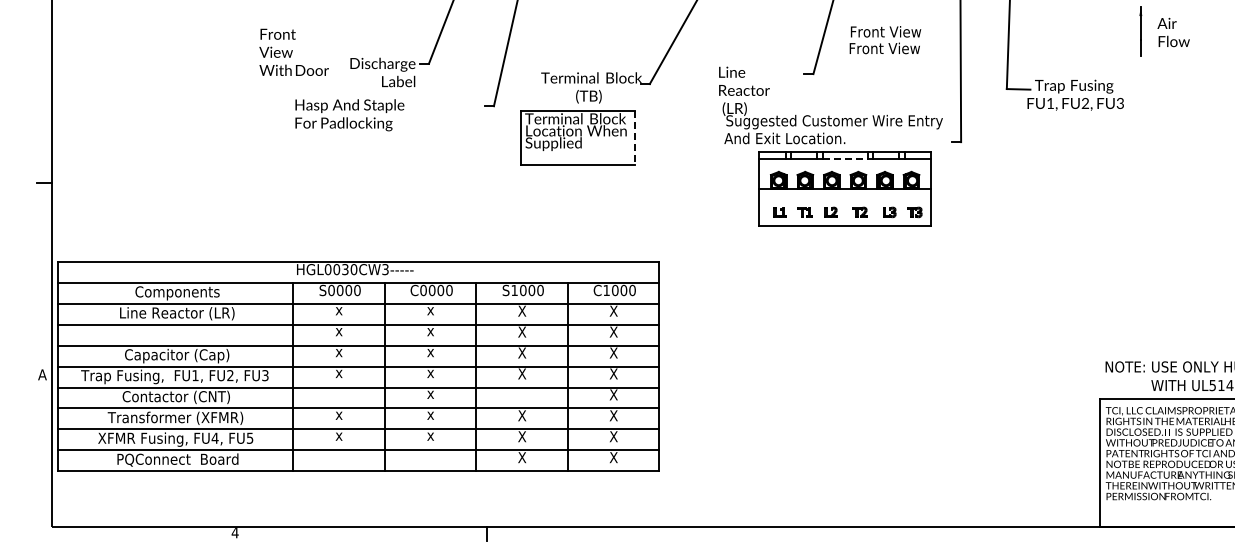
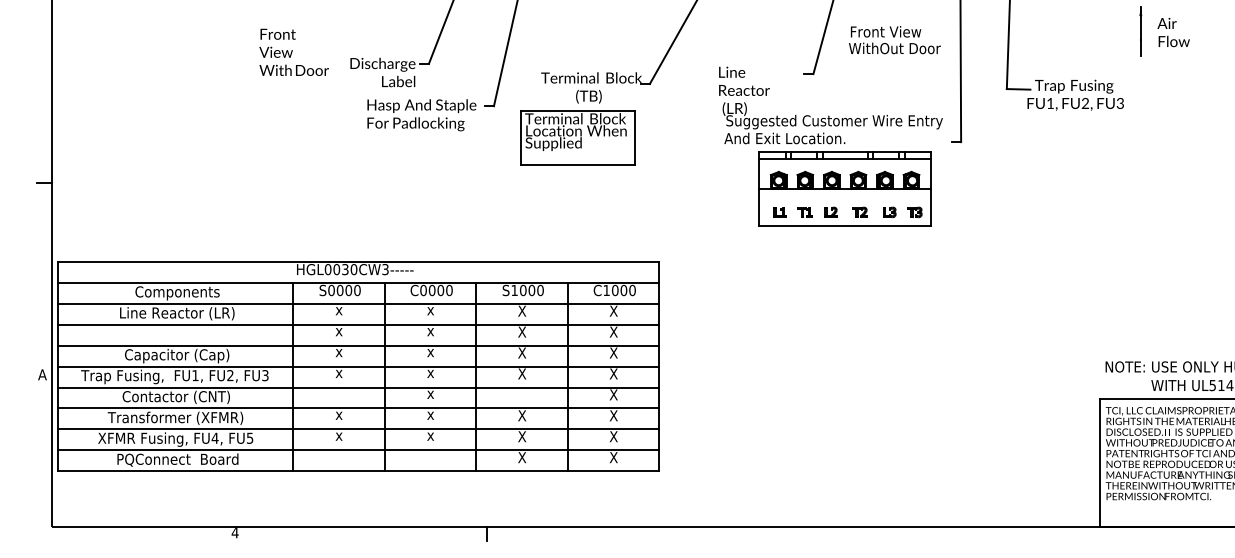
text at (894, 48): Front View -> WithOut Door
text at (349, 115) position: (349, 115) -> (421, 115)
line at (635, 137): dashed -> solid
line at (845, 158): dashed -> solid
